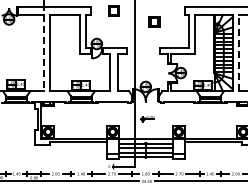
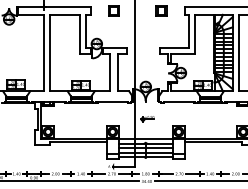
part at (154, 21) position: (154, 21) -> (161, 10)
line at (238, 52): dashed -> solid
line at (44, 53): dashed -> solid
